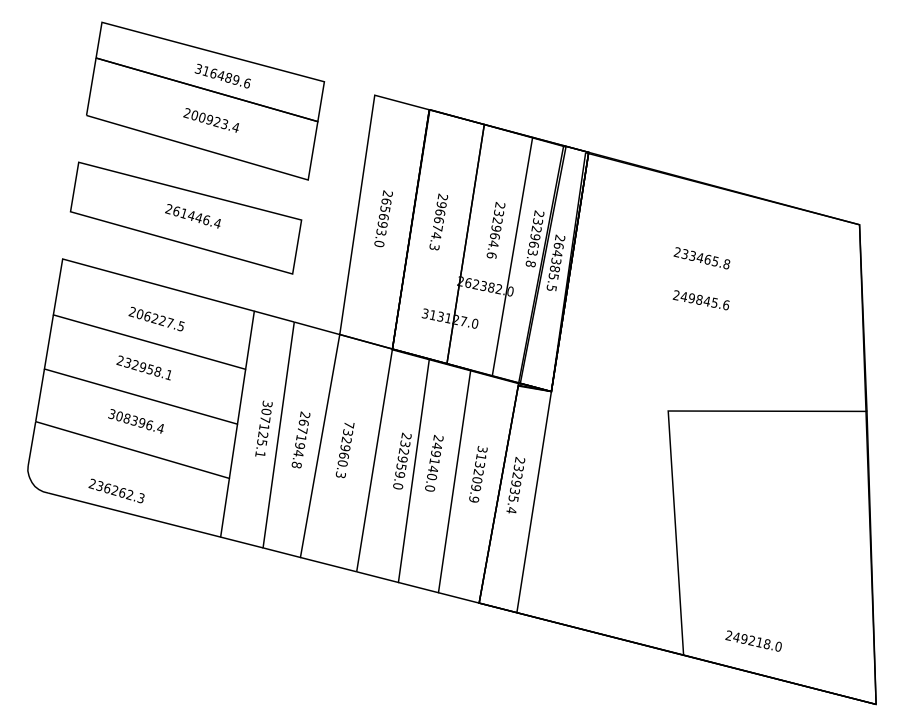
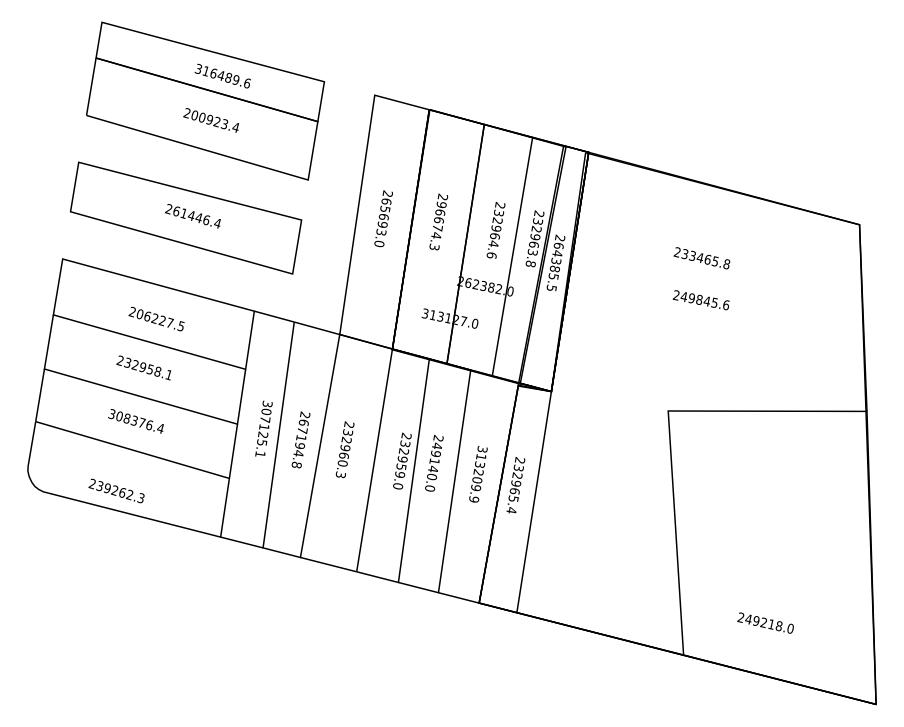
text at (141, 422): 308396.4 -> 308376.4
text at (349, 424): 732960.3 -> 232960.3
text at (107, 488): 236262.3 -> 239262.3
text at (514, 490): 232935.4 -> 232965.4
text at (753, 640) position: (753, 640) -> (765, 622)
